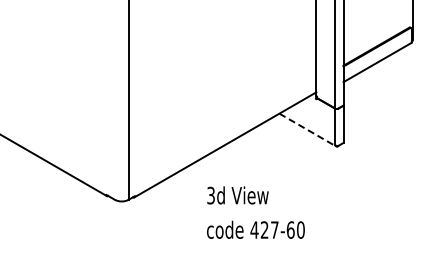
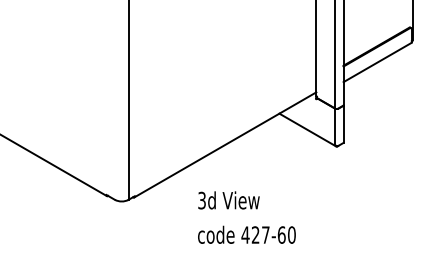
line at (307, 130): dashed -> solid
text at (255, 212) position: (255, 212) -> (246, 217)
